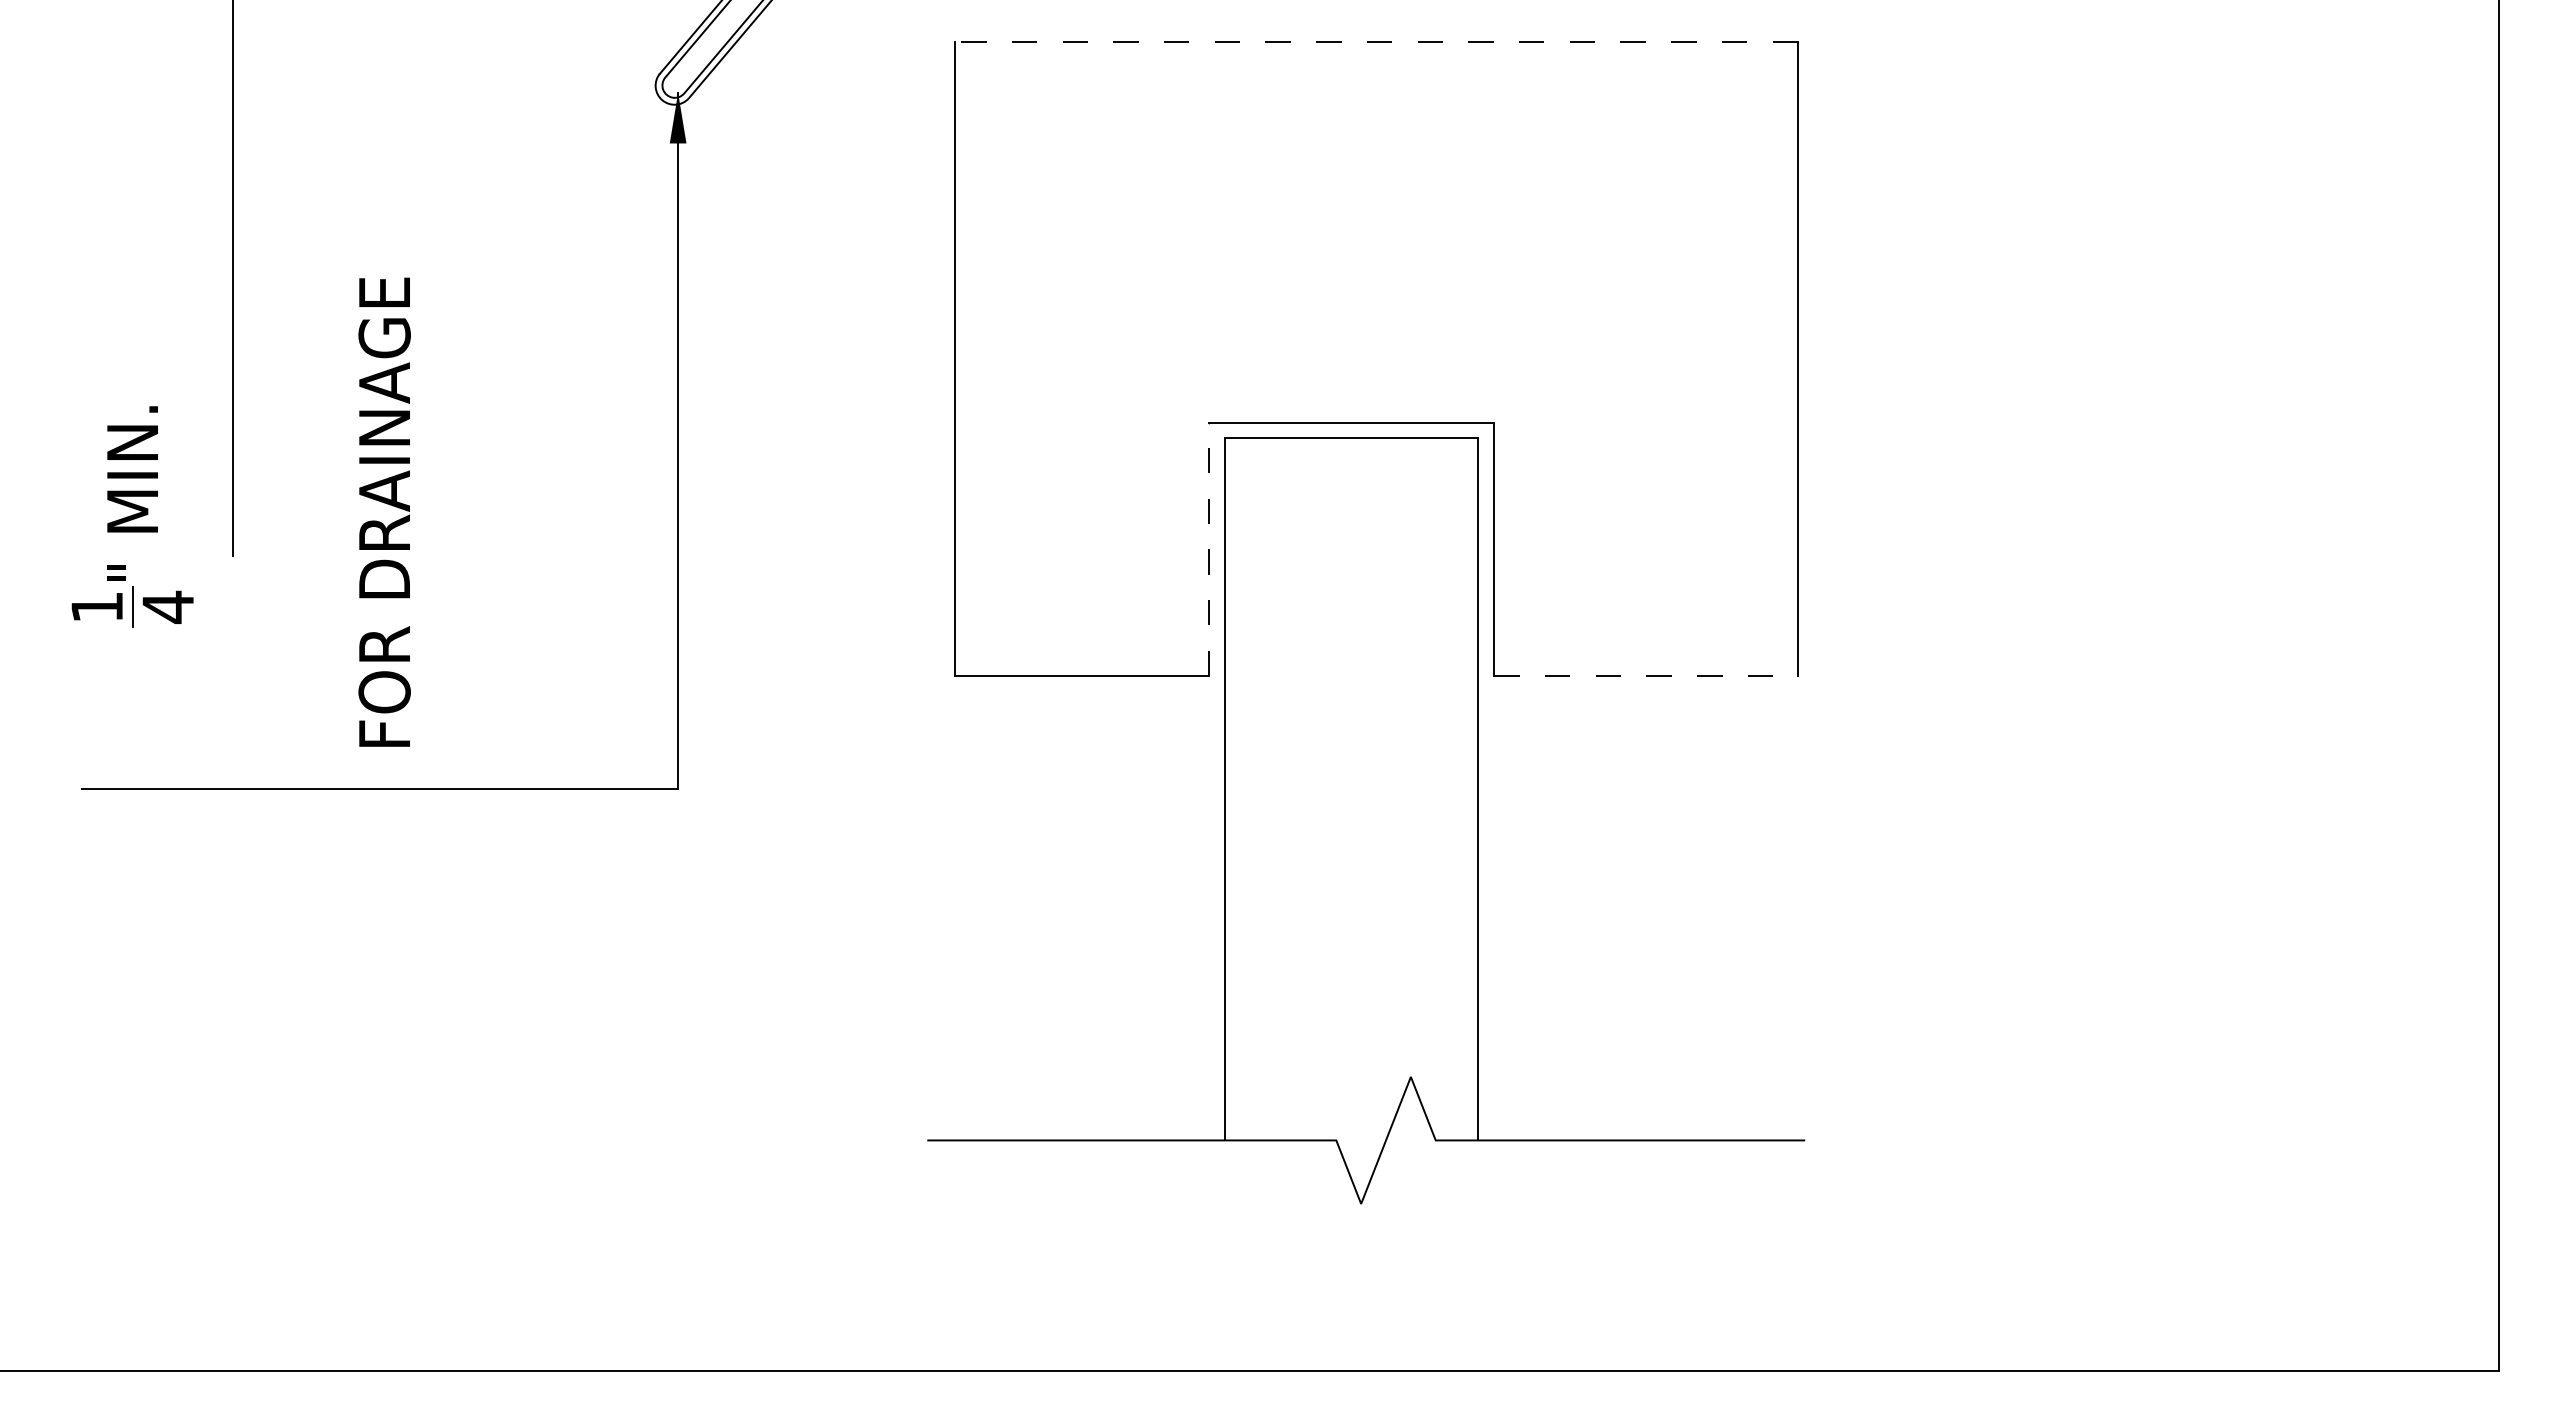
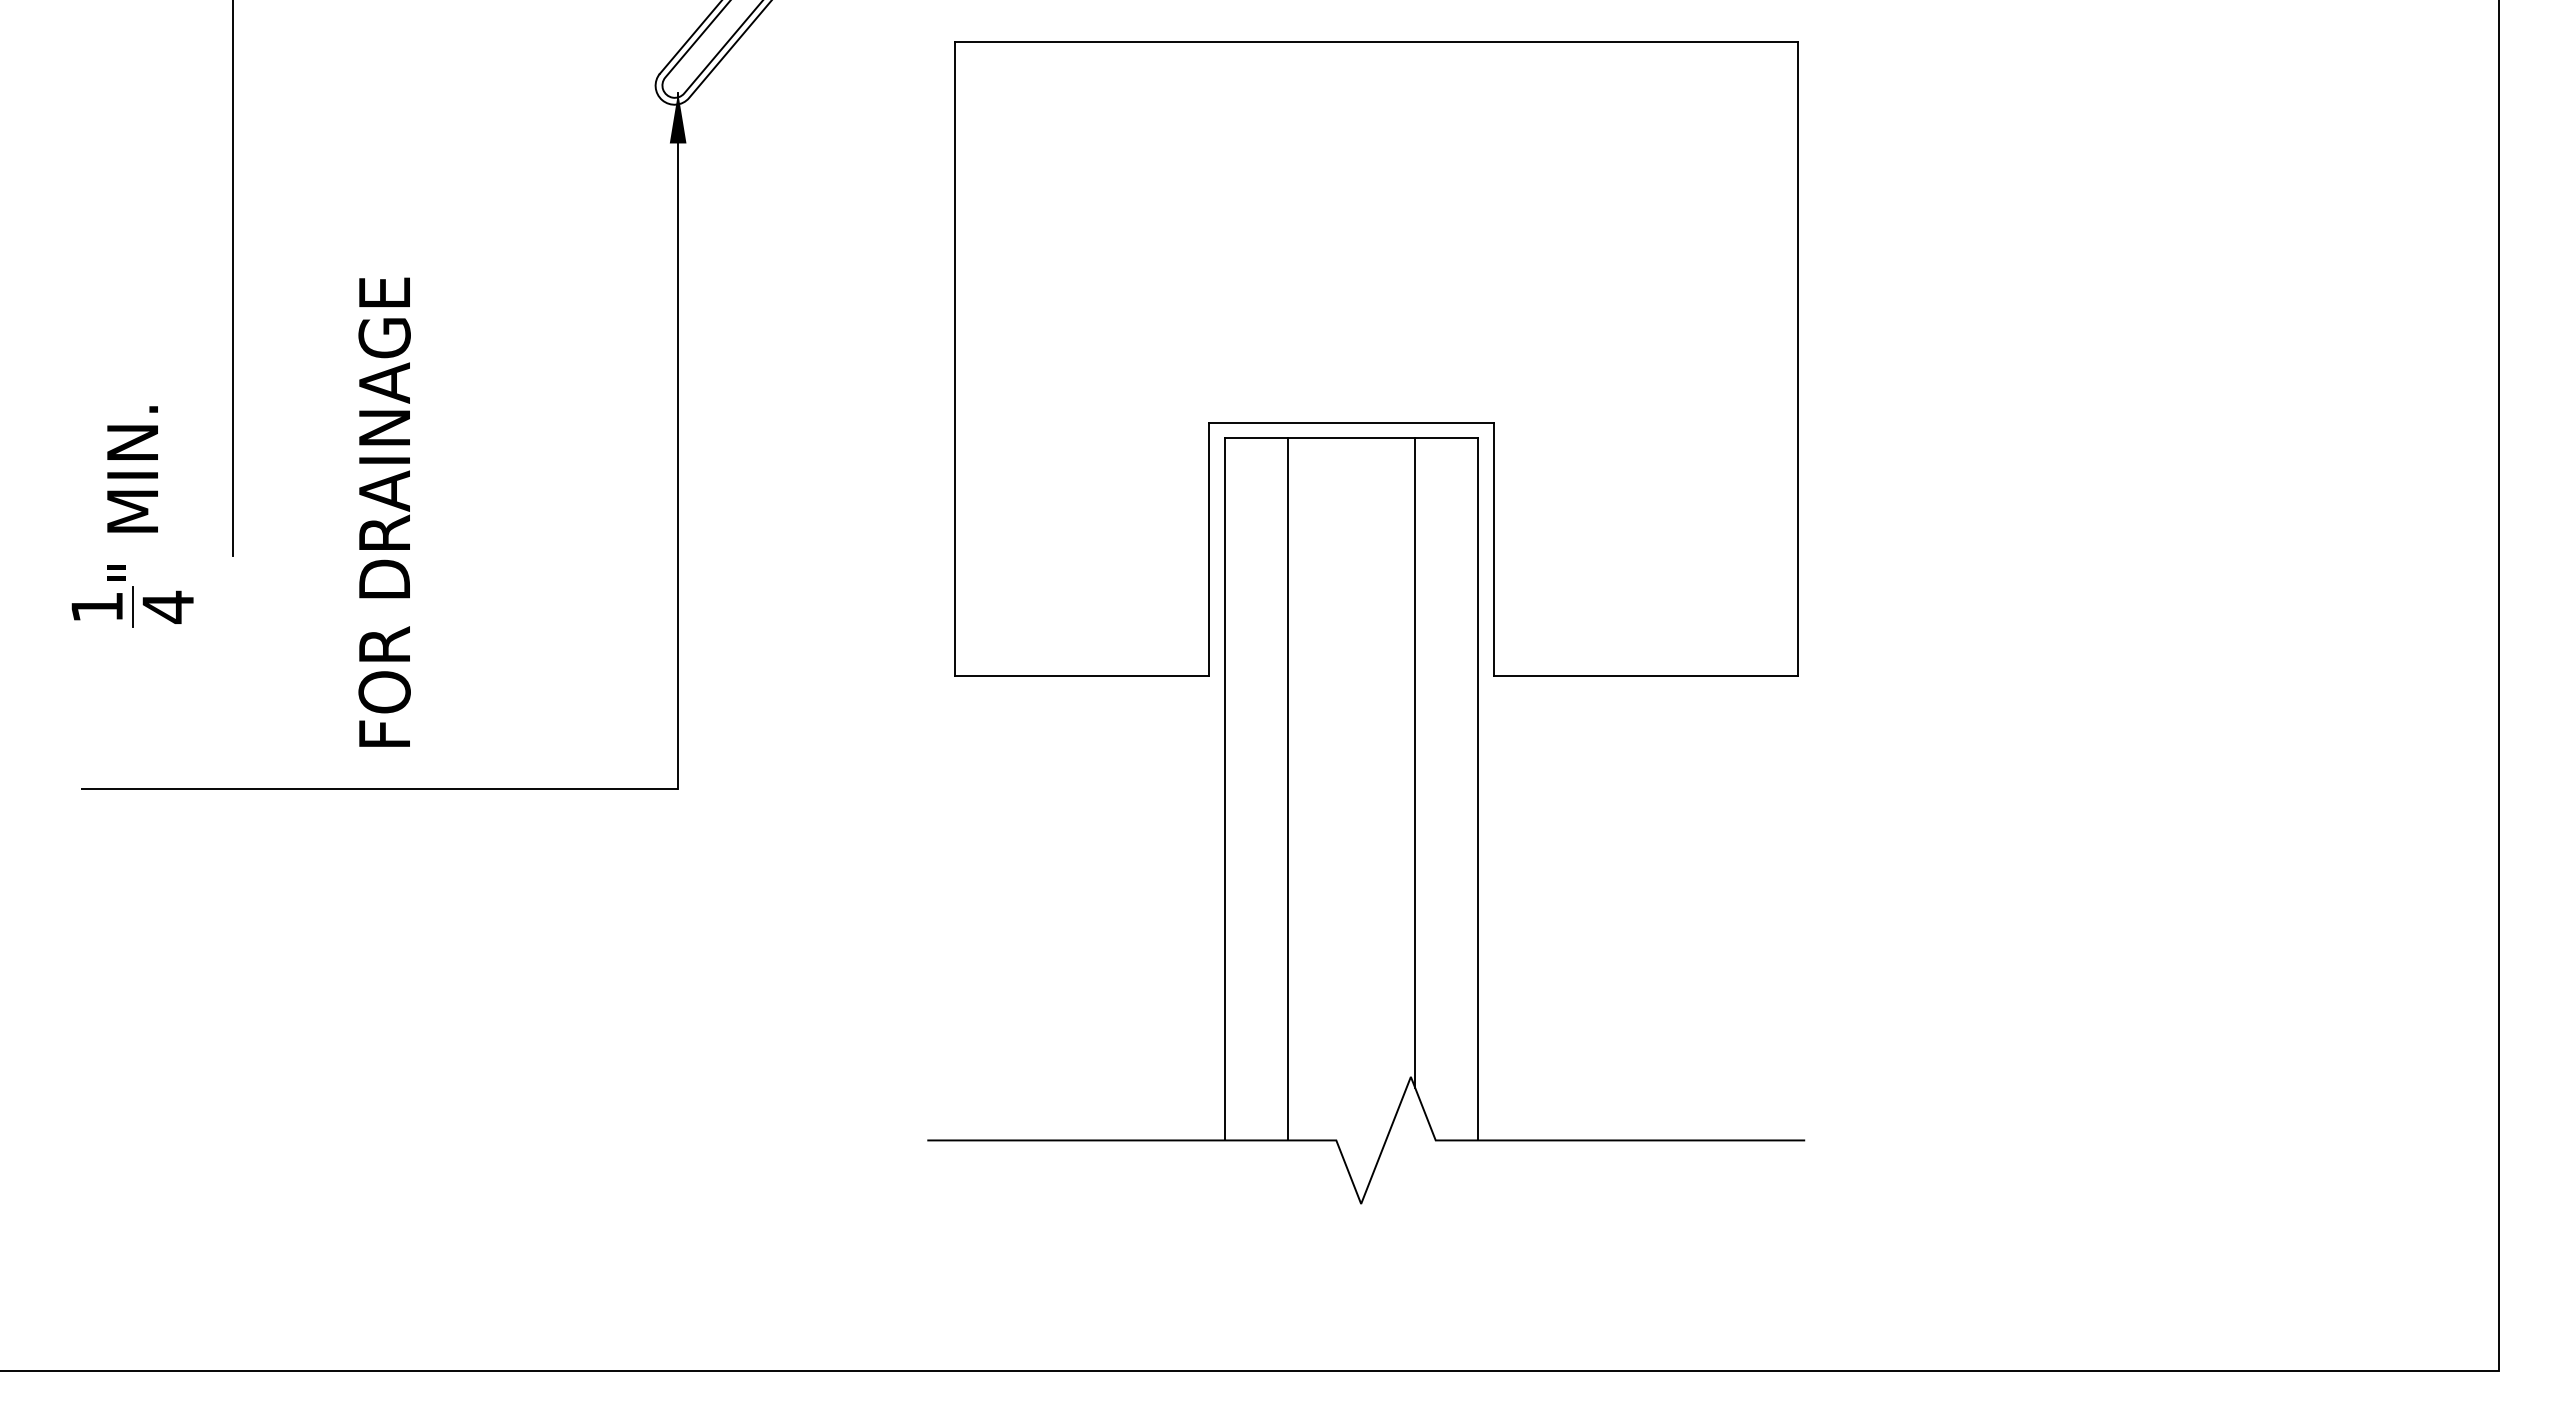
line at (1376, 42): dashed -> solid
line at (1209, 549): dashed -> solid
line at (1646, 676): dashed -> solid
line at (1415, 762): none -> present
line at (1288, 789): none -> present
